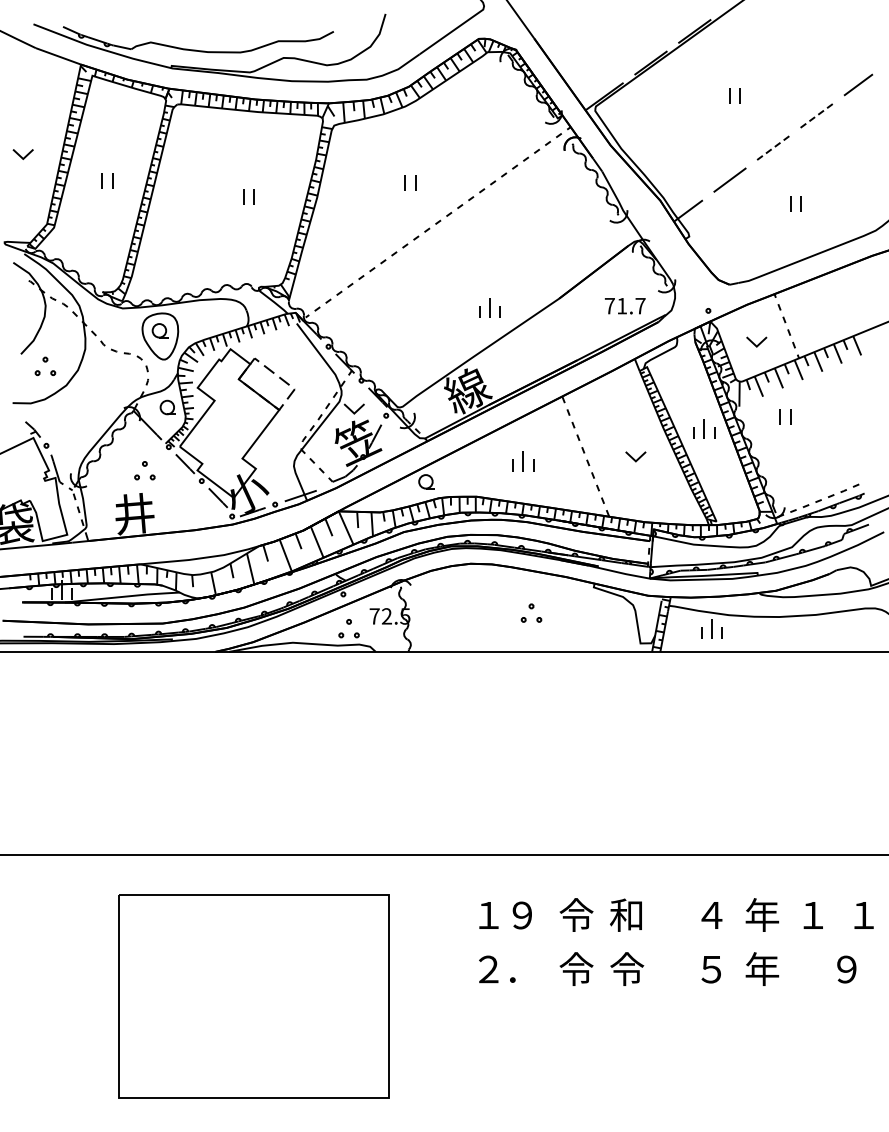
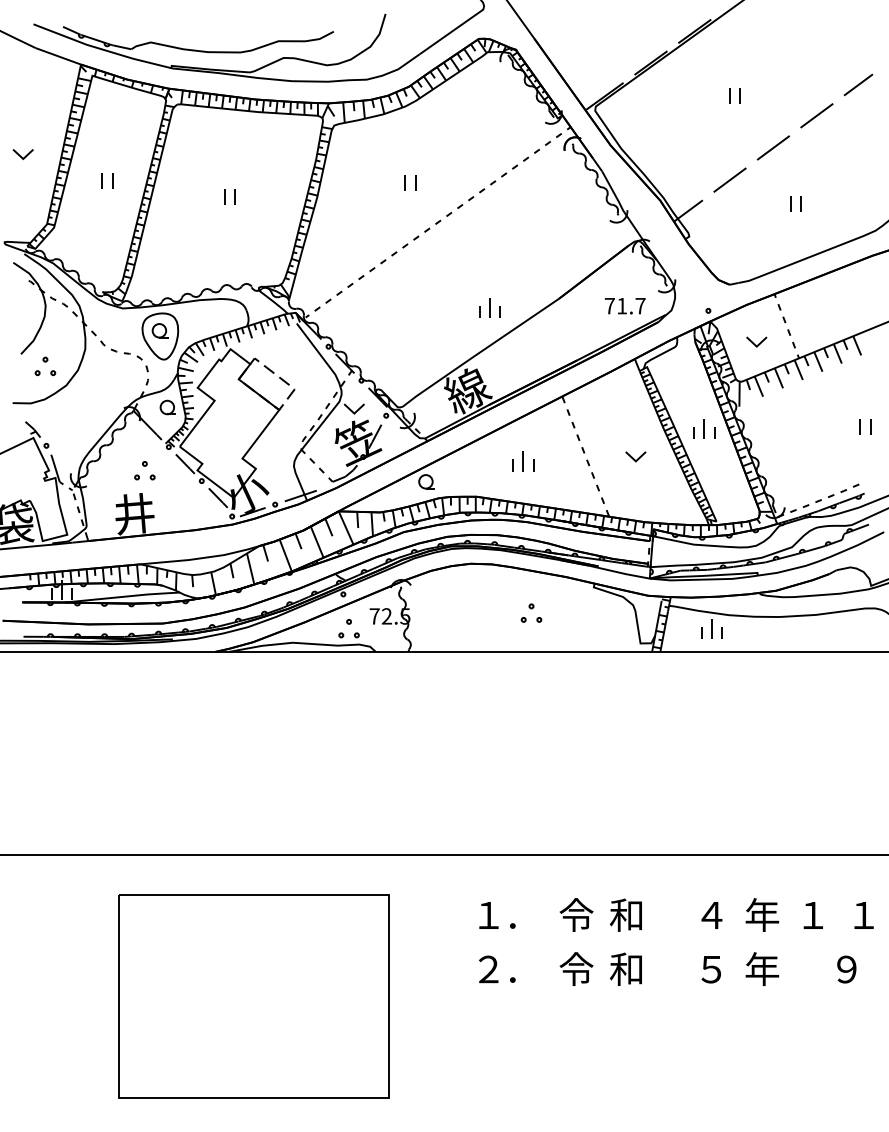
line at (817, 115): dashed -> solid
line at (773, 147): dashed -> solid
part at (248, 196) position: (248, 196) -> (229, 196)
part at (785, 416) position: (785, 416) -> (865, 426)
text at (520, 915): ９ -> ．
text at (627, 968): 令 -> 和
